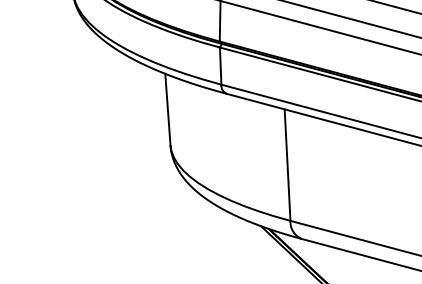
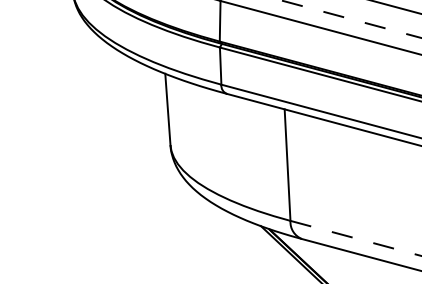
line at (351, 19): solid -> dashed
line at (355, 238): solid -> dashed
